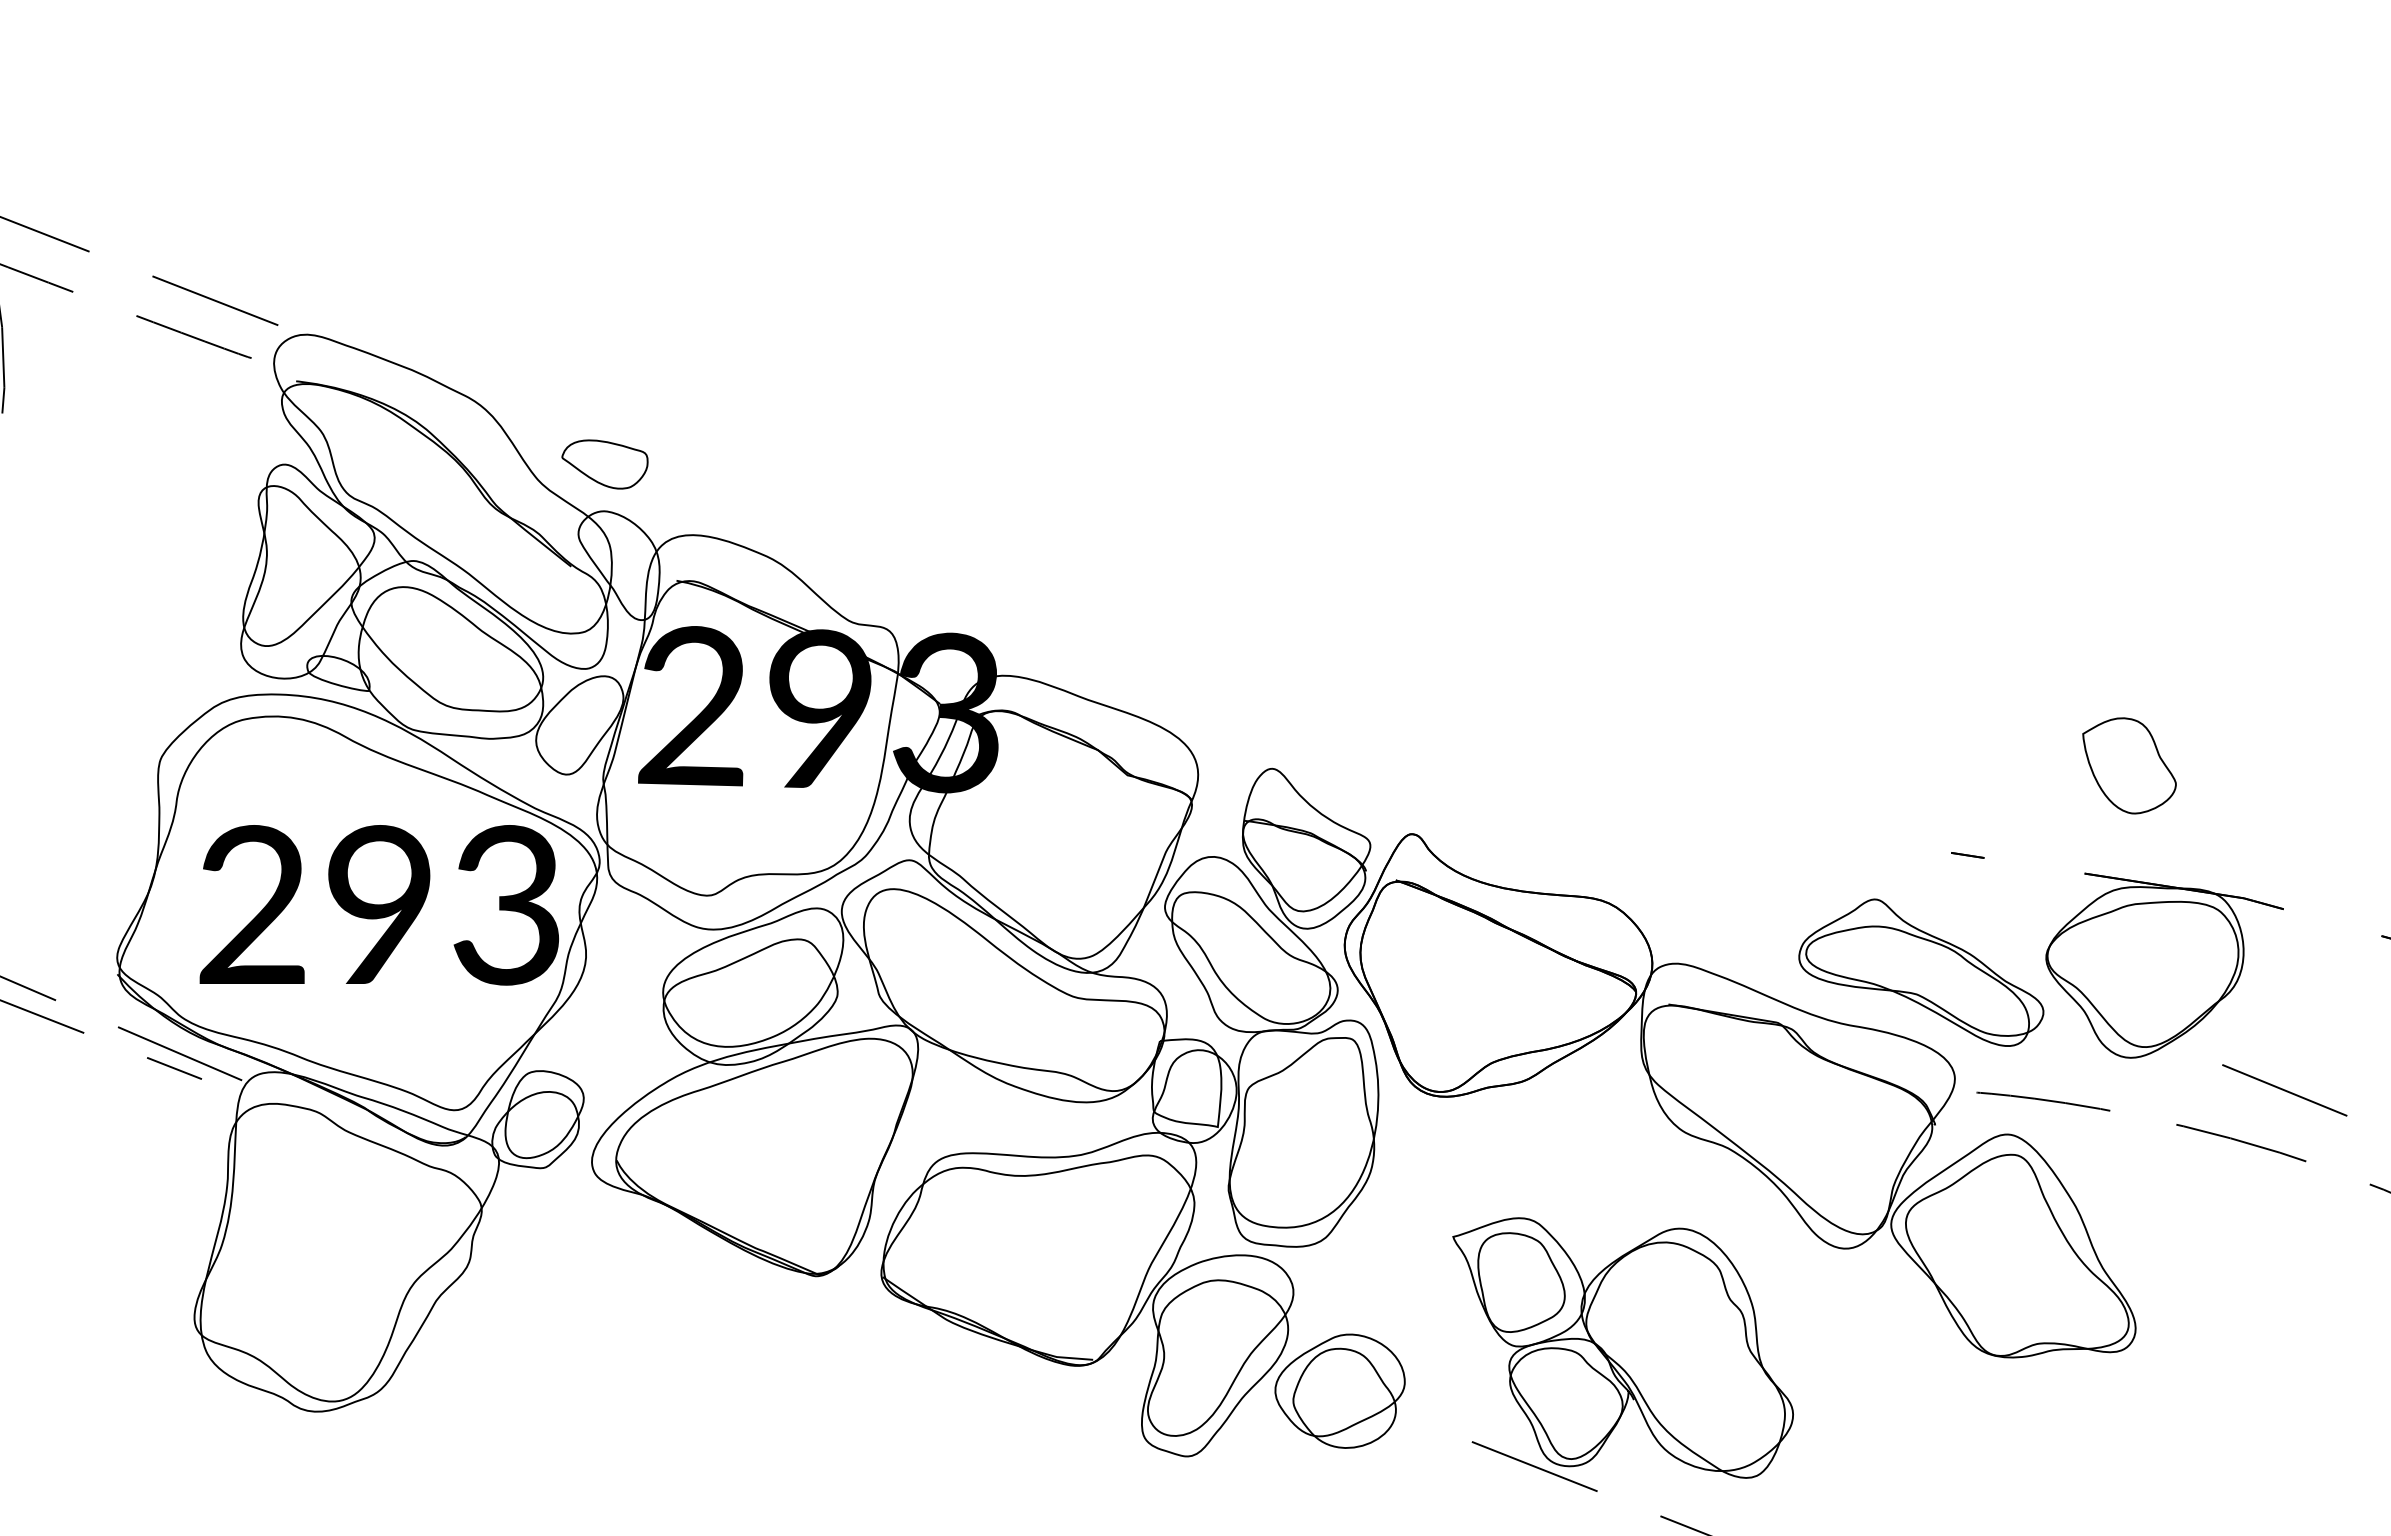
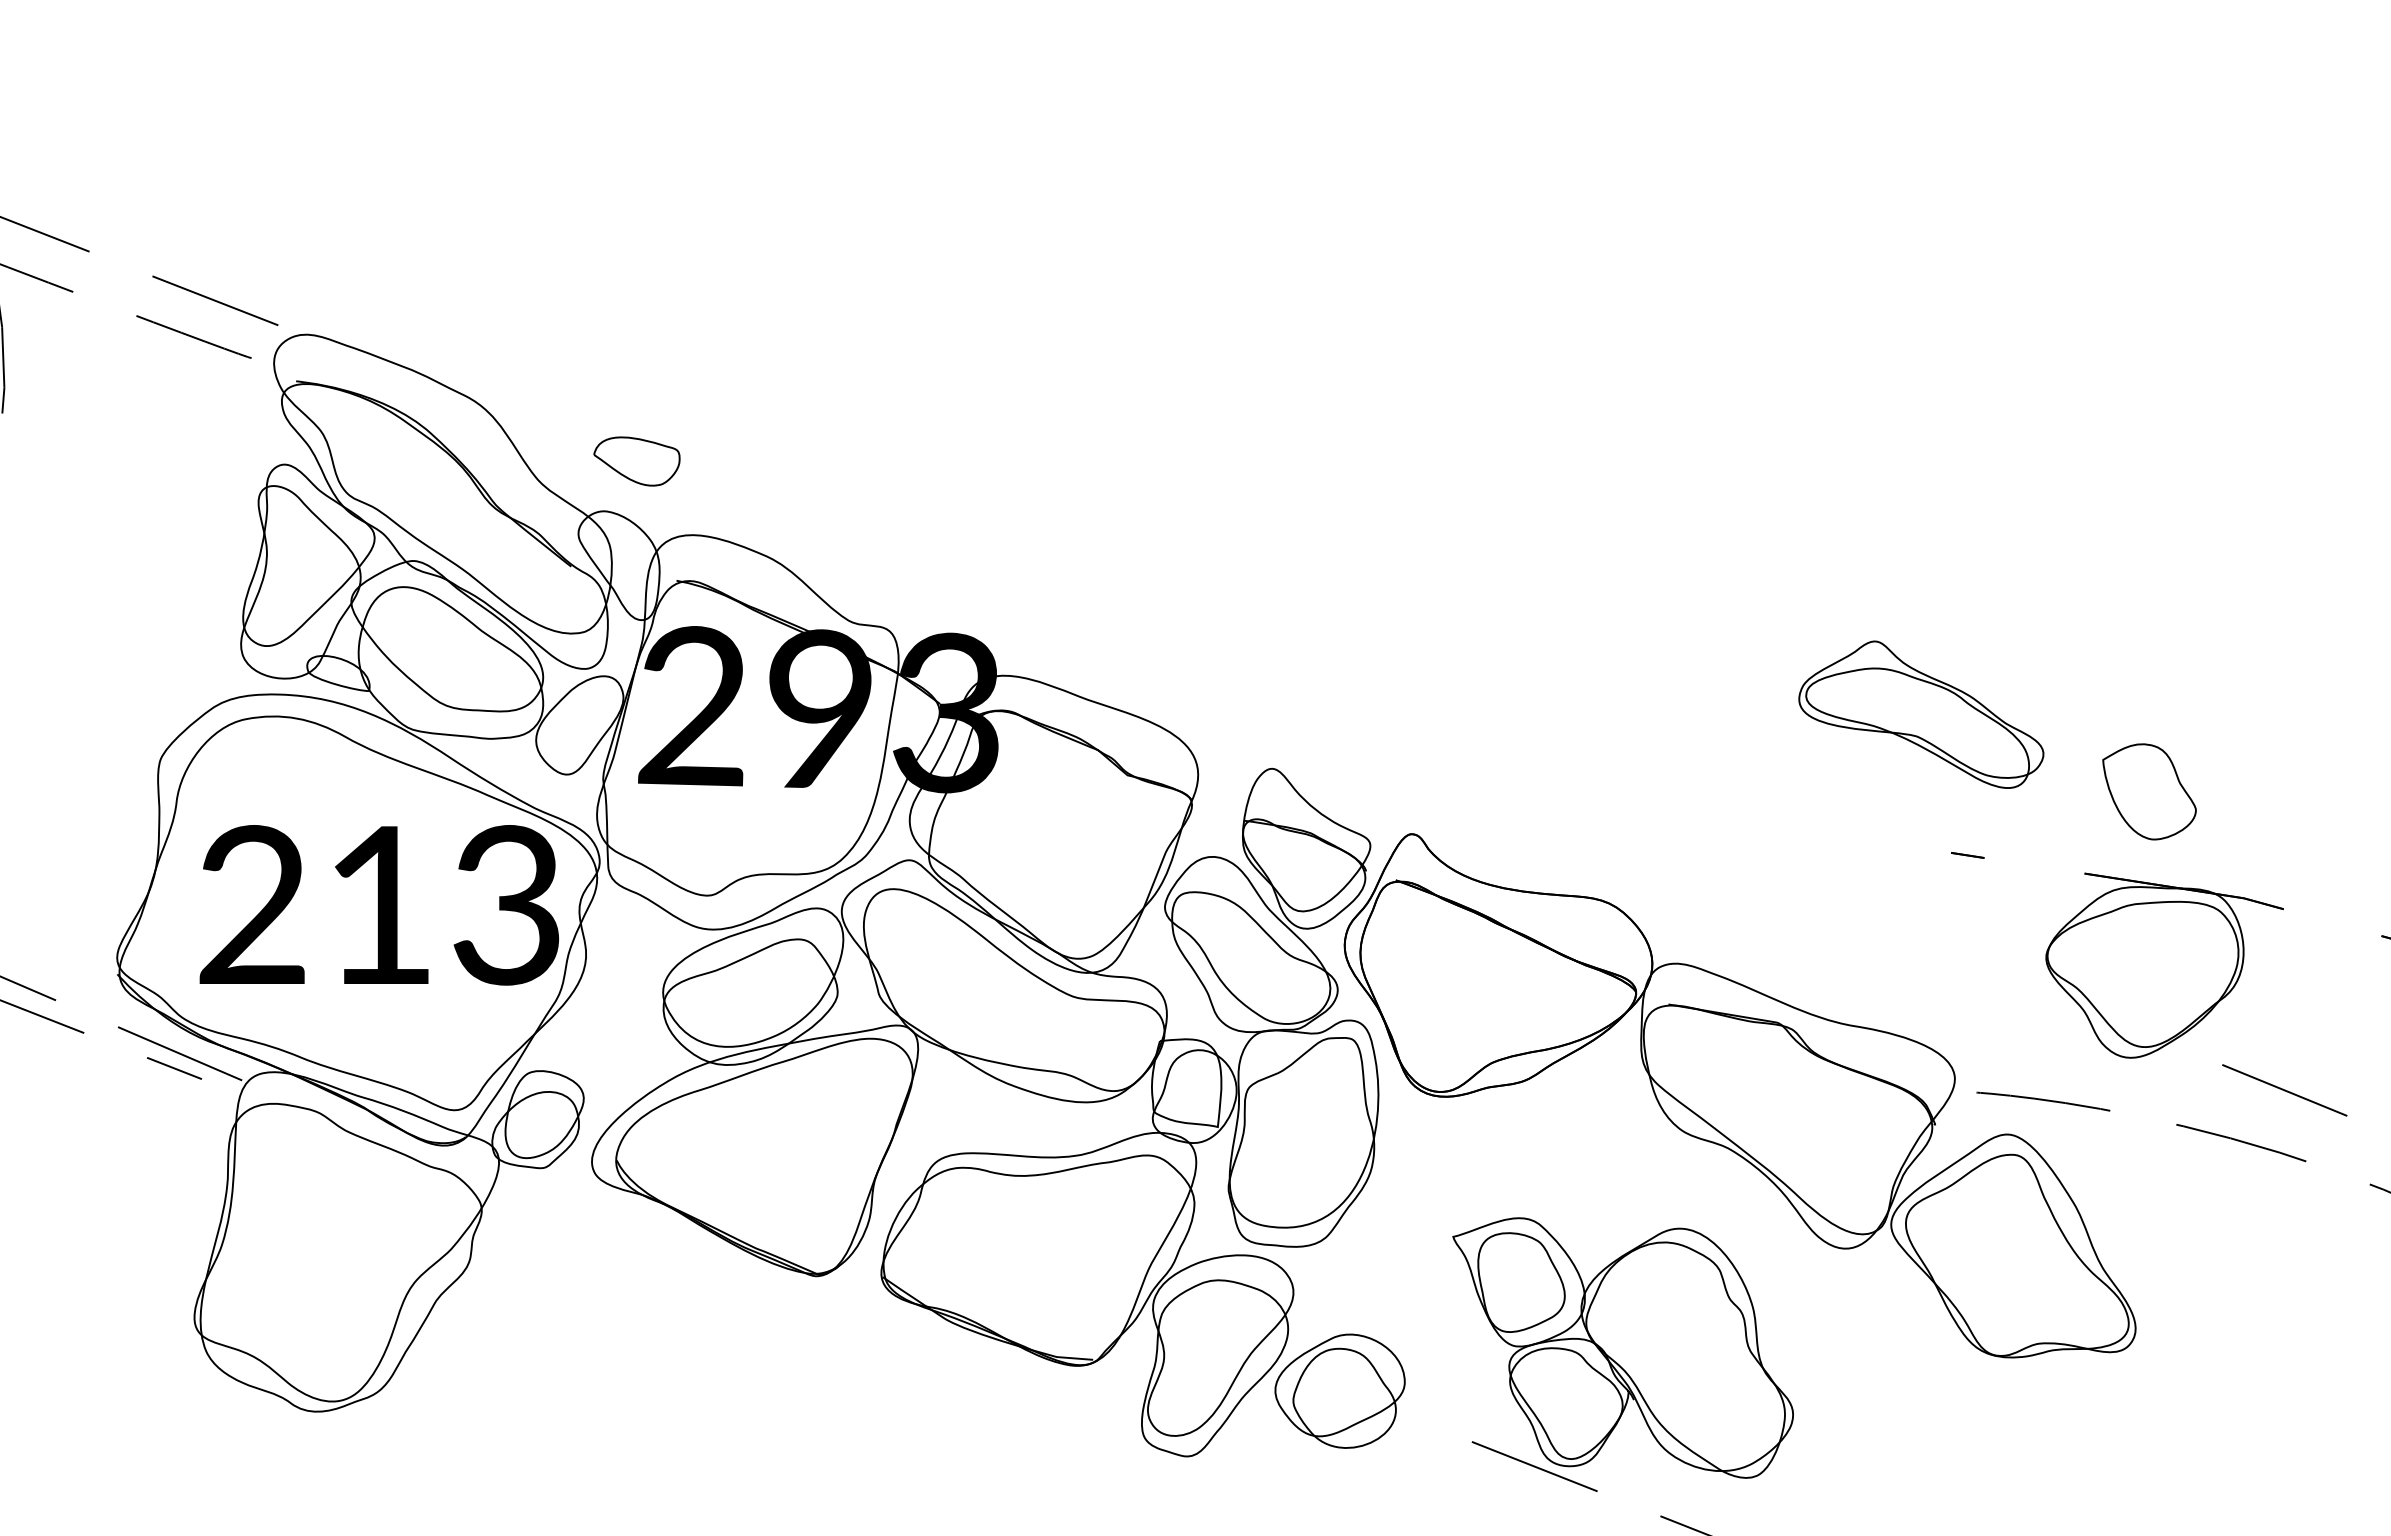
part at (604, 464) position: (604, 464) -> (636, 461)
part at (2129, 765) position: (2129, 765) -> (2149, 791)
text at (379, 904): 293 -> 213
part at (1921, 972) position: (1921, 972) -> (1921, 714)
